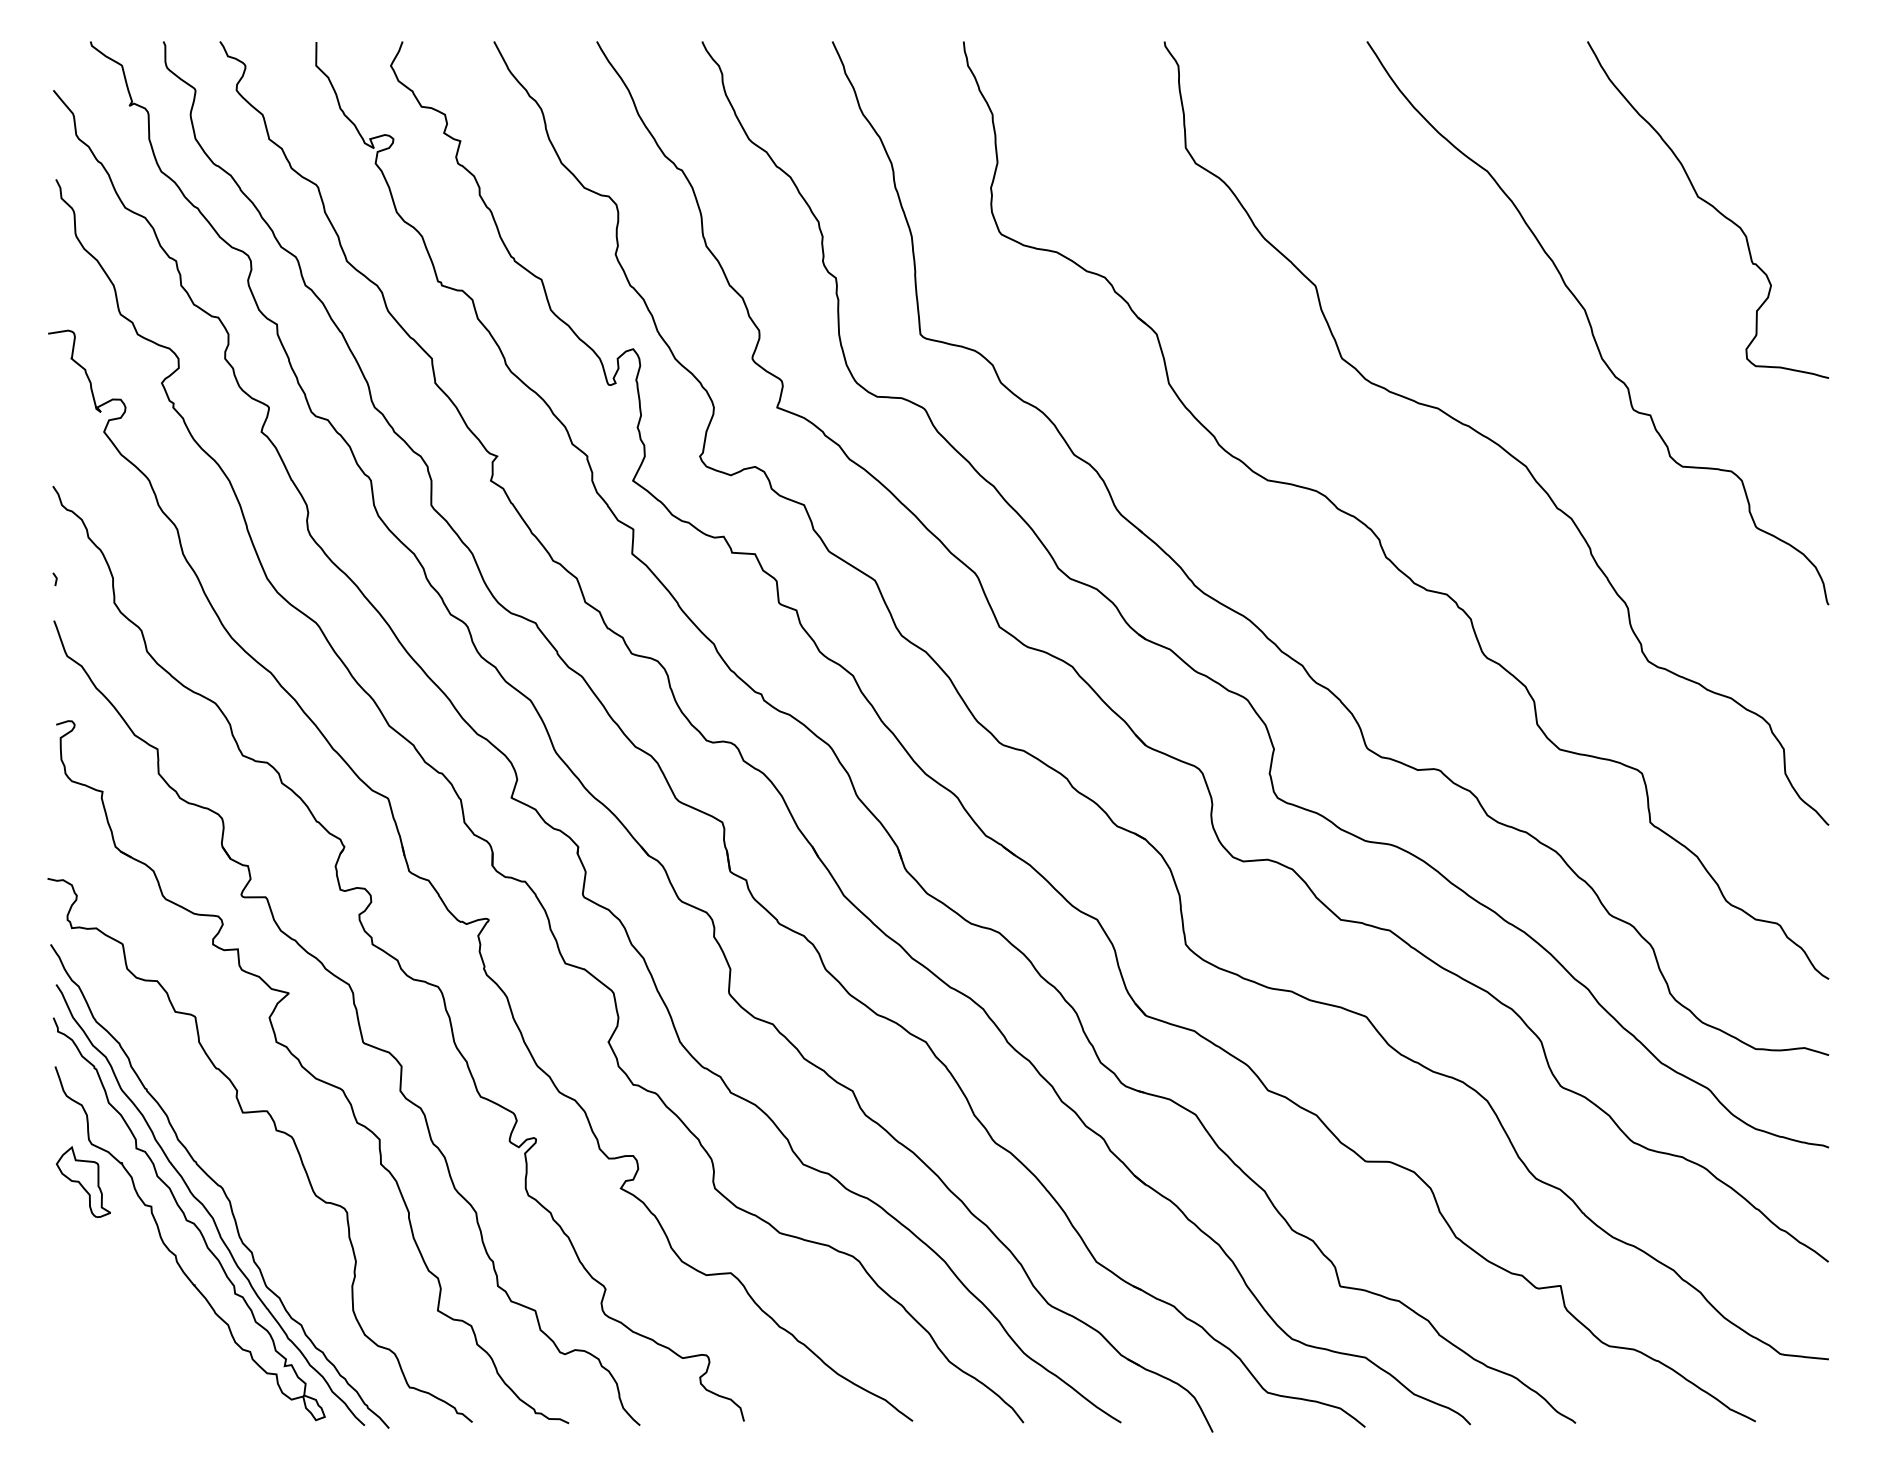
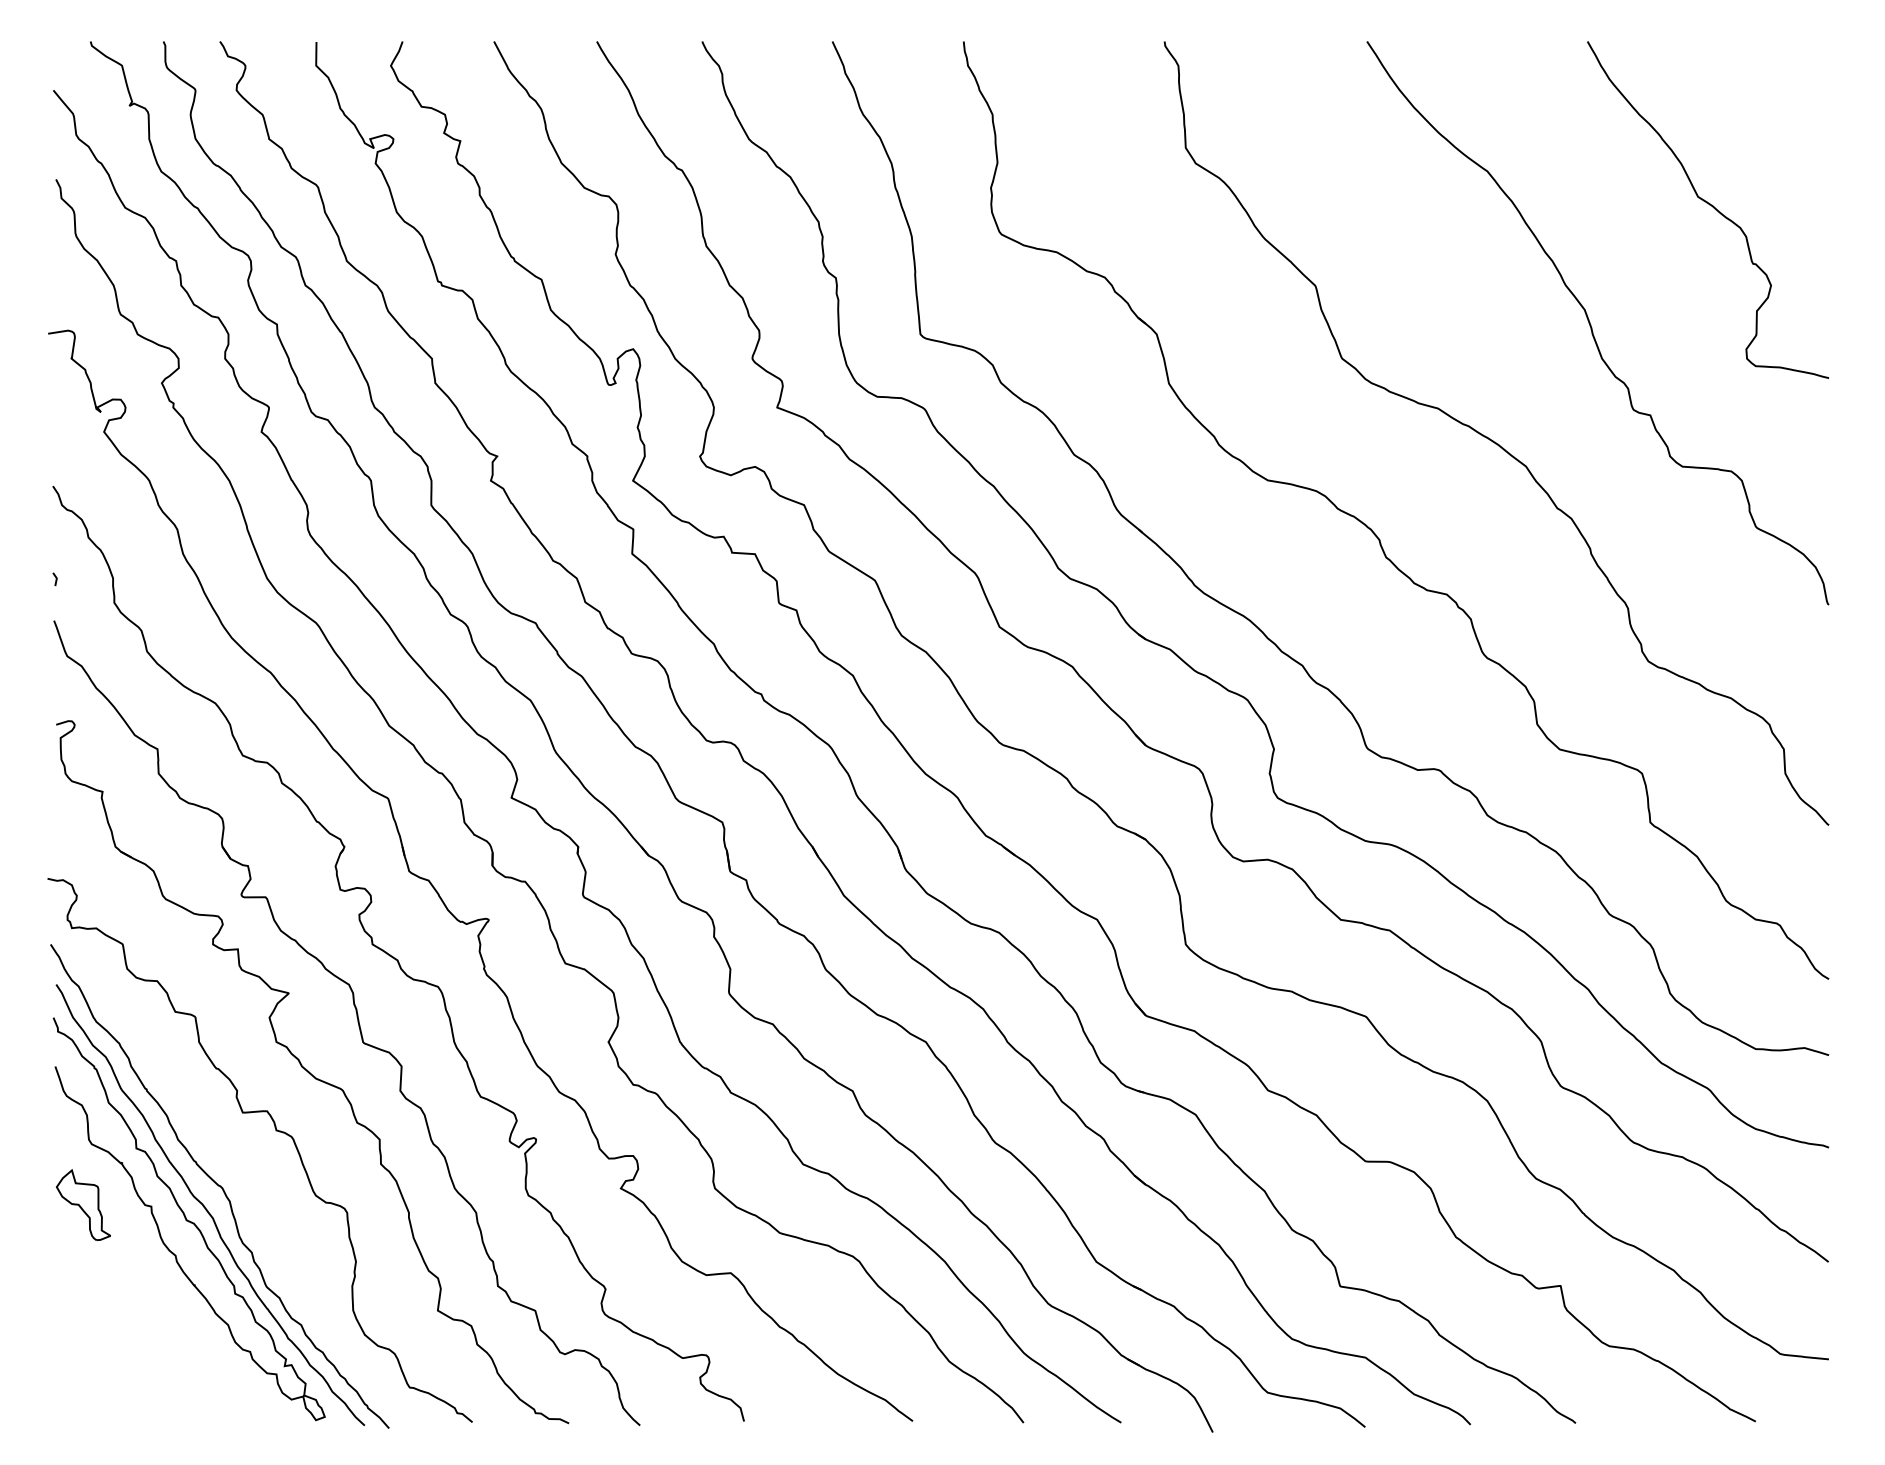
part at (83, 1181) position: (83, 1181) -> (83, 1204)
